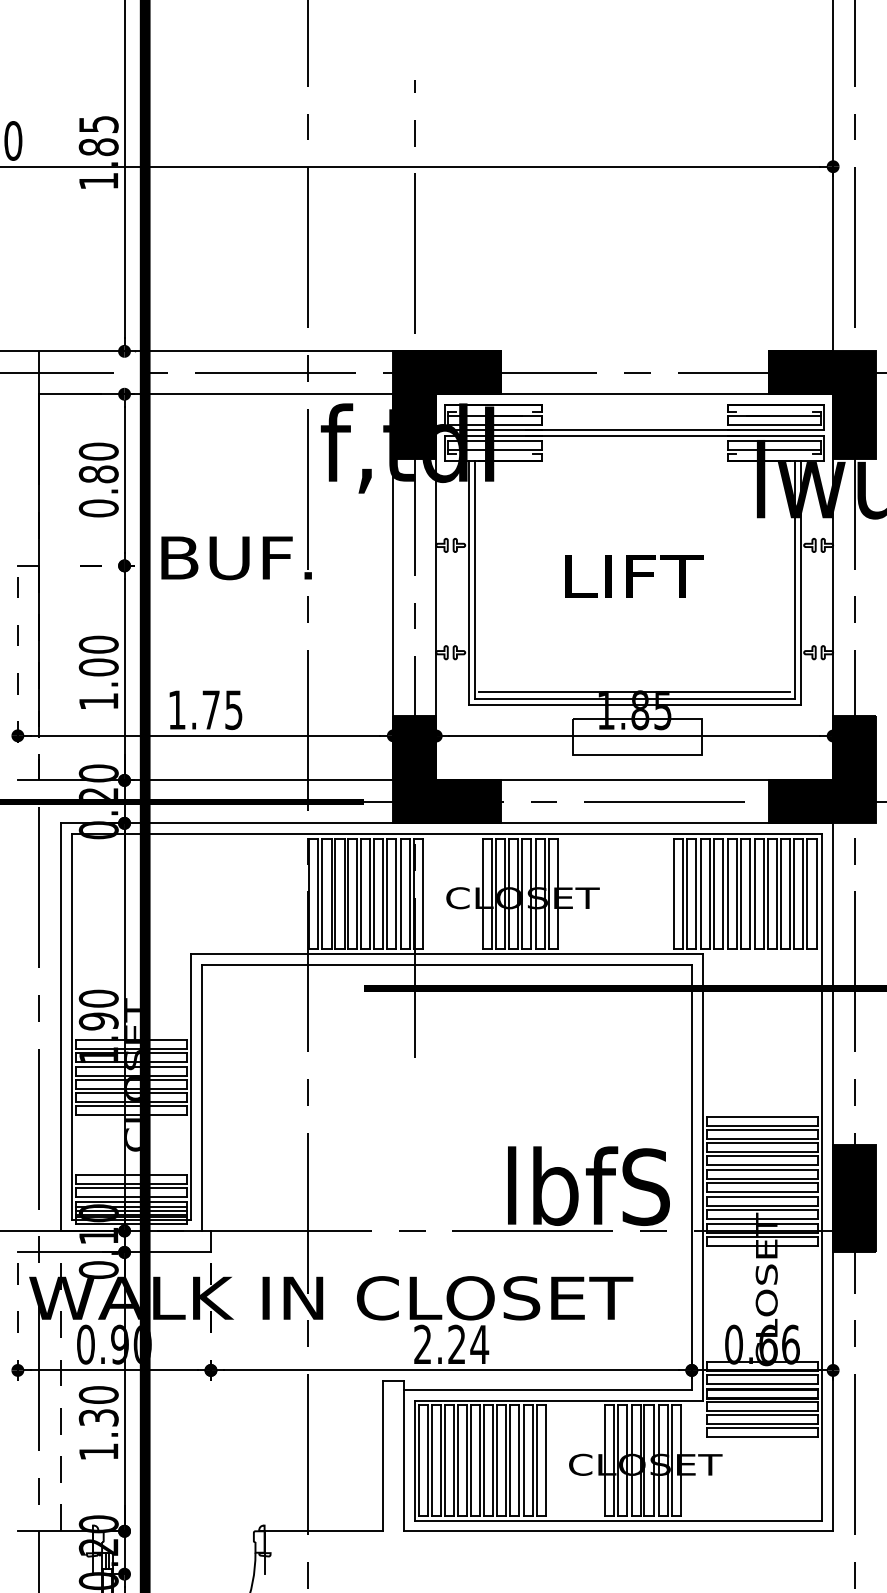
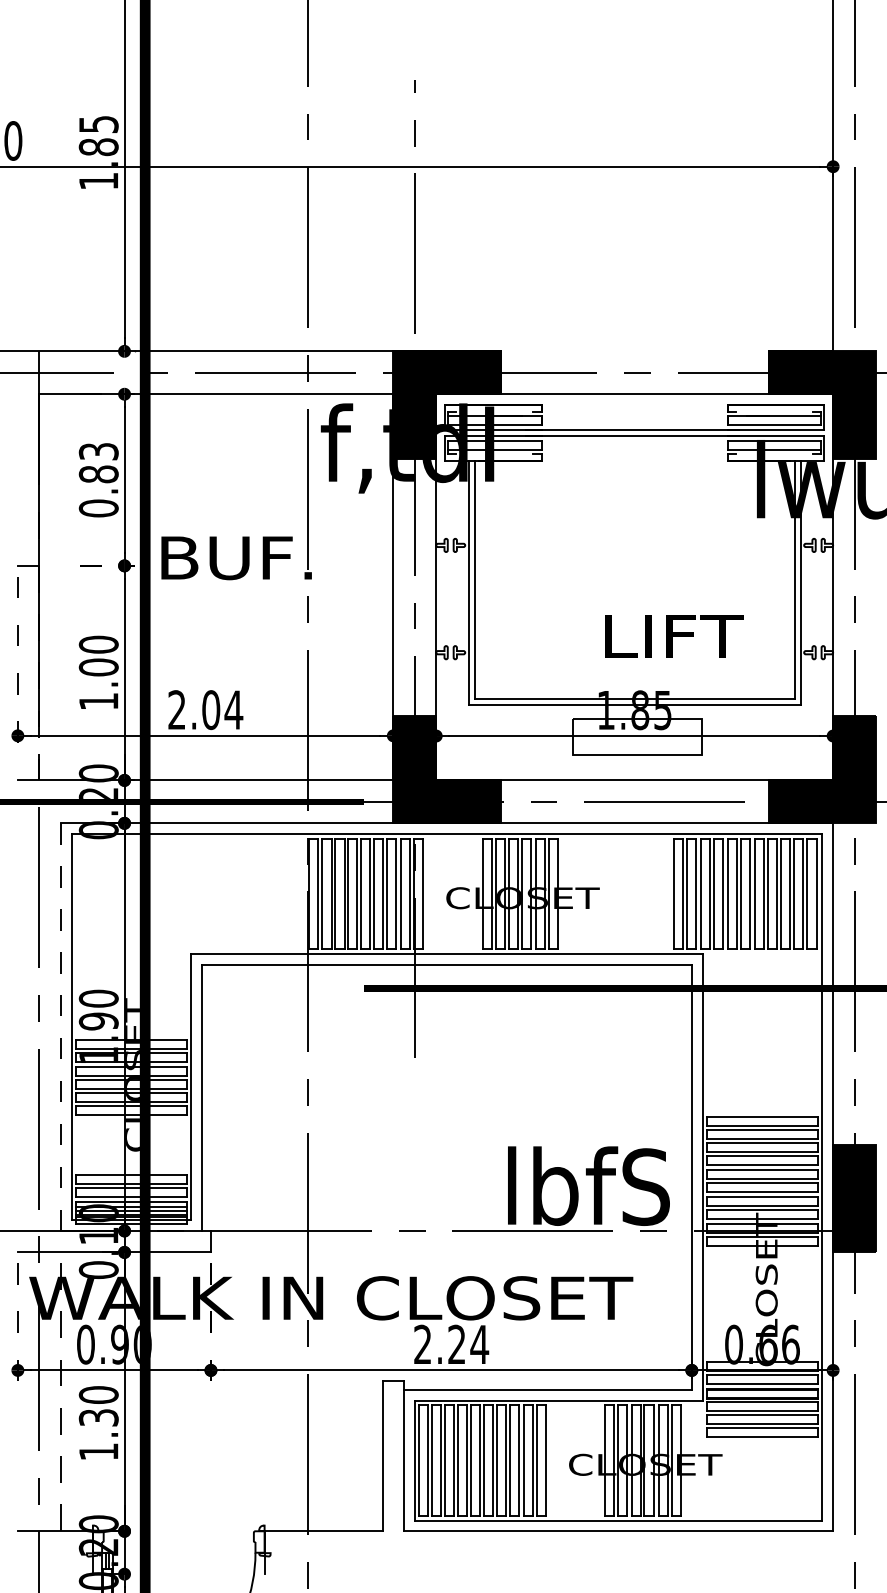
text at (98, 451): 0.80 -> 0.83
text at (634, 576) position: (634, 576) -> (674, 636)
line at (634, 691): present -> none
text at (205, 710): 1.75 -> 2.04
line at (60, 1027): solid -> dashed
